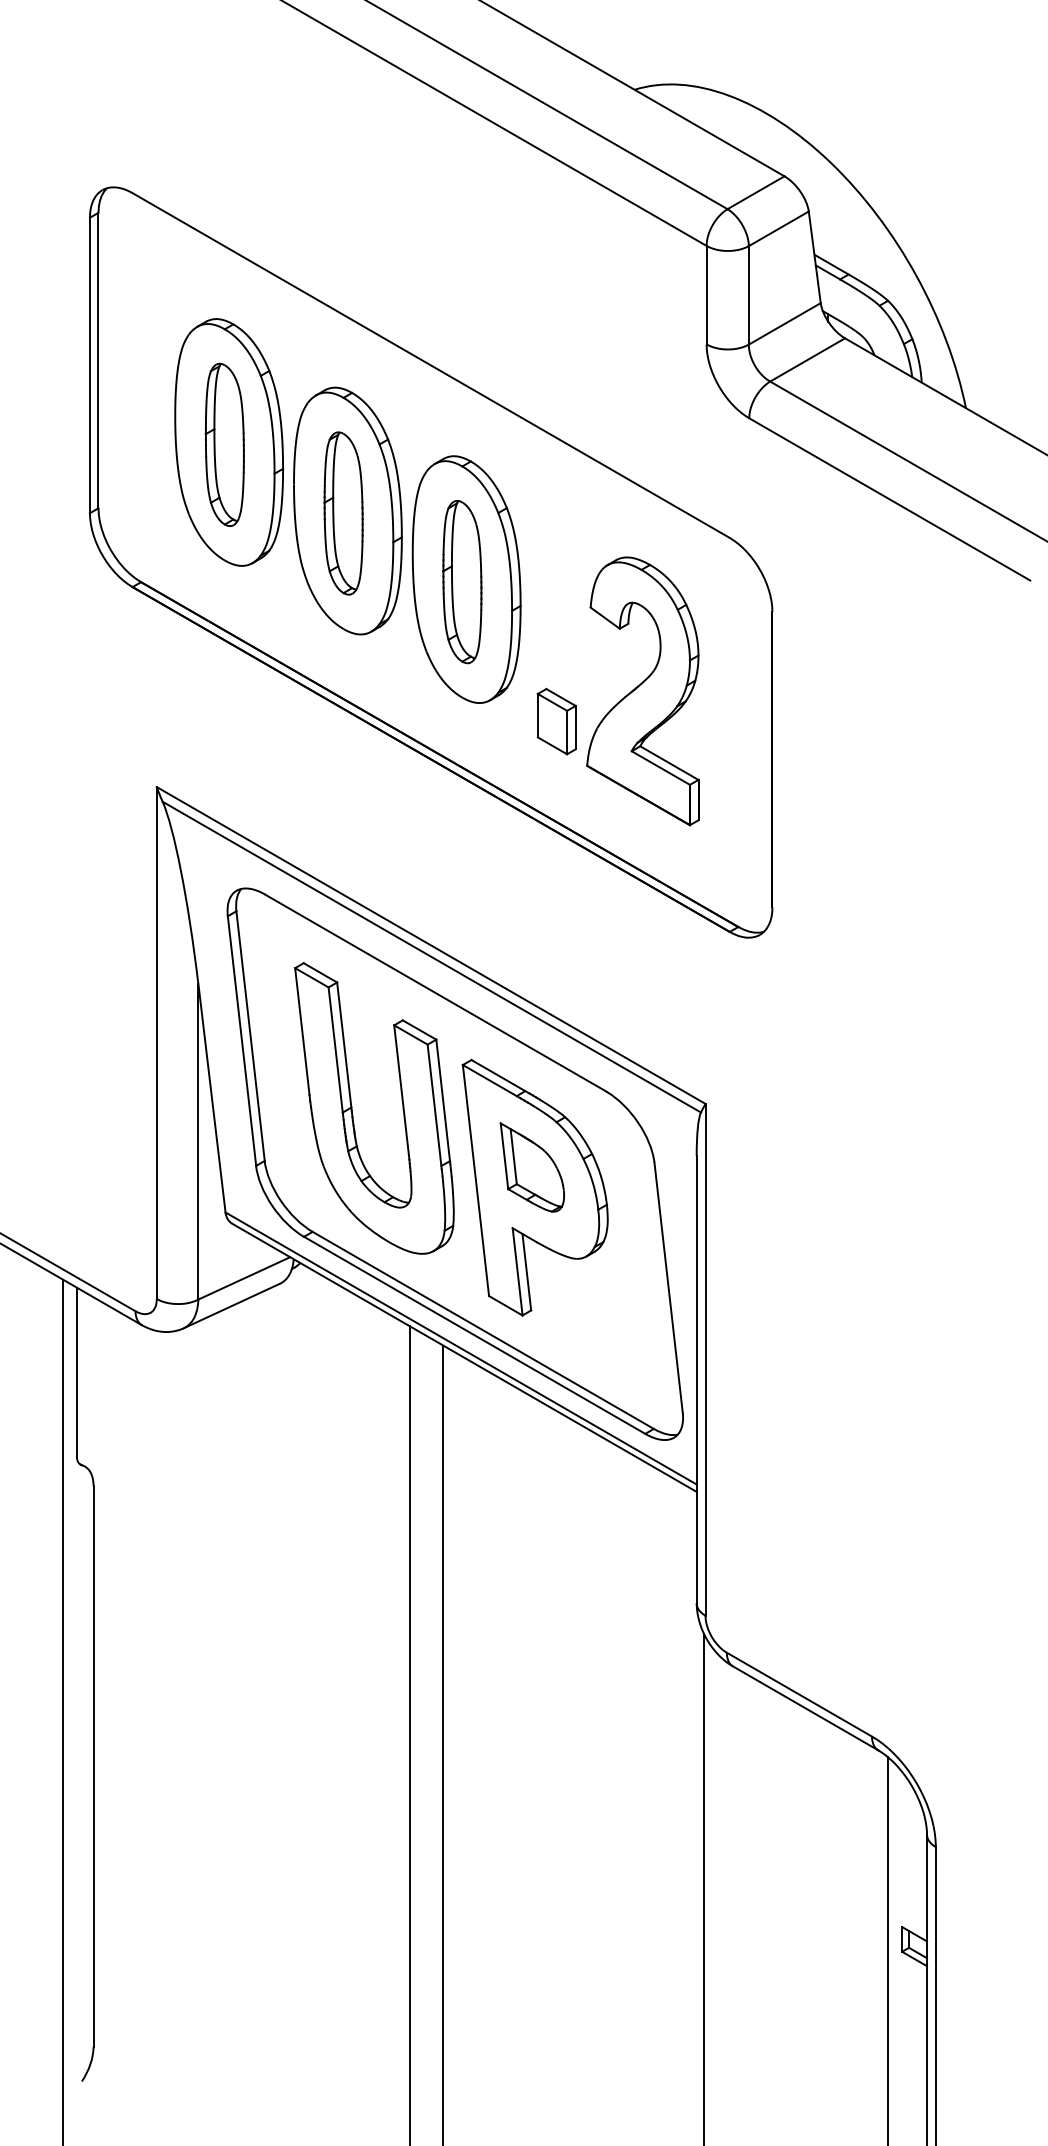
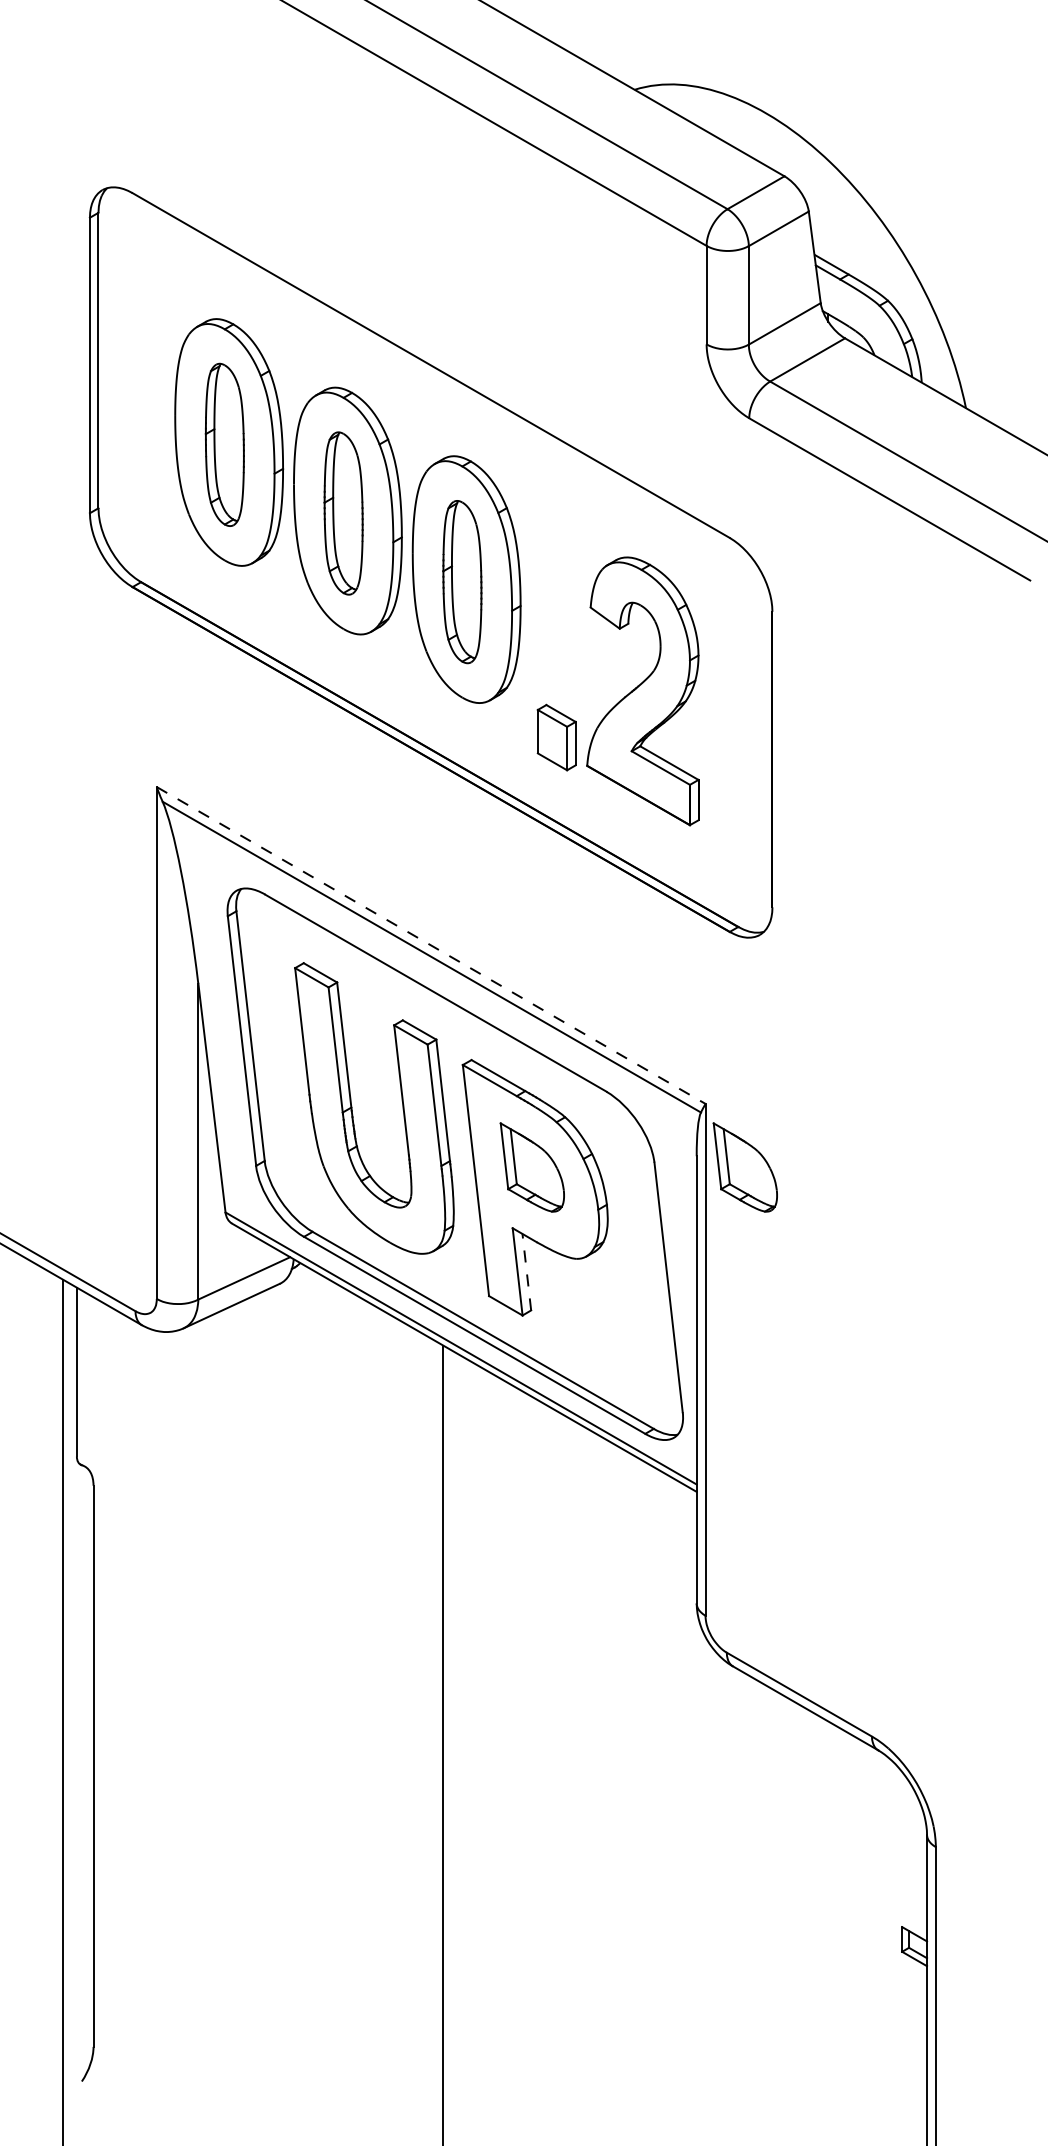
part at (556, 721) position: (556, 721) -> (556, 737)
line at (431, 945): solid -> dashed
part at (744, 1167): none -> present
line at (526, 1271): solid -> dashed
line at (409, 1734): present -> none
line at (704, 1888): present -> none
line at (887, 1949): present -> none
